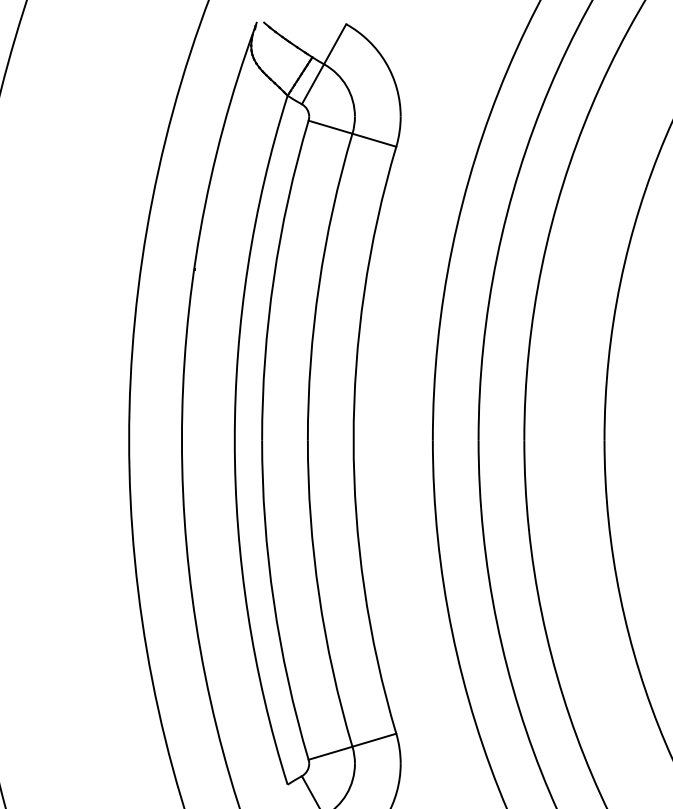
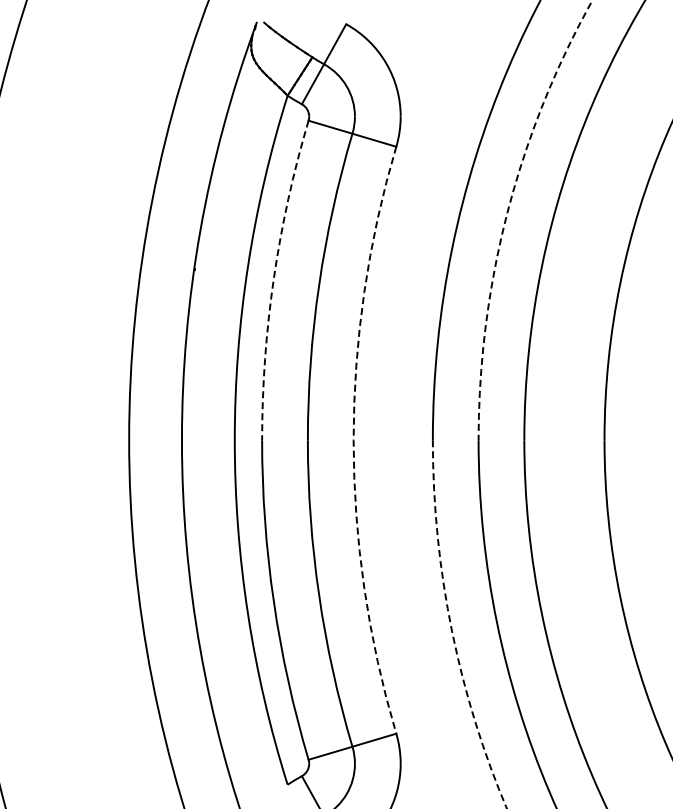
arc at (507, 212): solid -> dashed
arc at (273, 278): solid -> dashed
arc at (353, 440): solid -> dashed
arc at (451, 628): solid -> dashed
